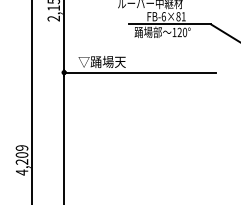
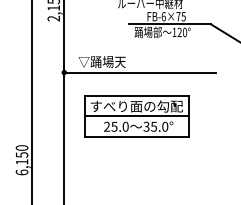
text at (180, 16): FB-6×81 -> FB-6×75
part at (136, 116): none -> present
text at (21, 160): 4,209 -> 6,150
